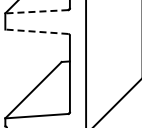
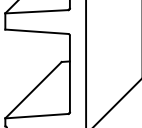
line at (36, 11): dashed -> solid
line at (36, 31): dashed -> solid
